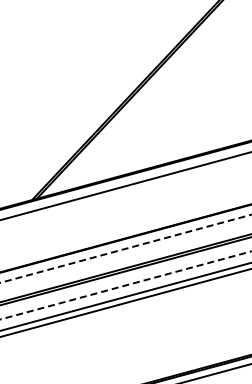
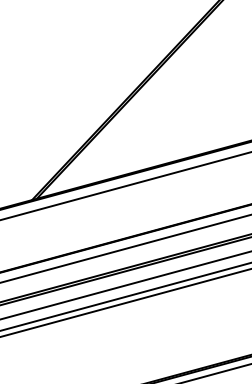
line at (125, 248): dashed -> solid
line at (126, 285): dashed -> solid
